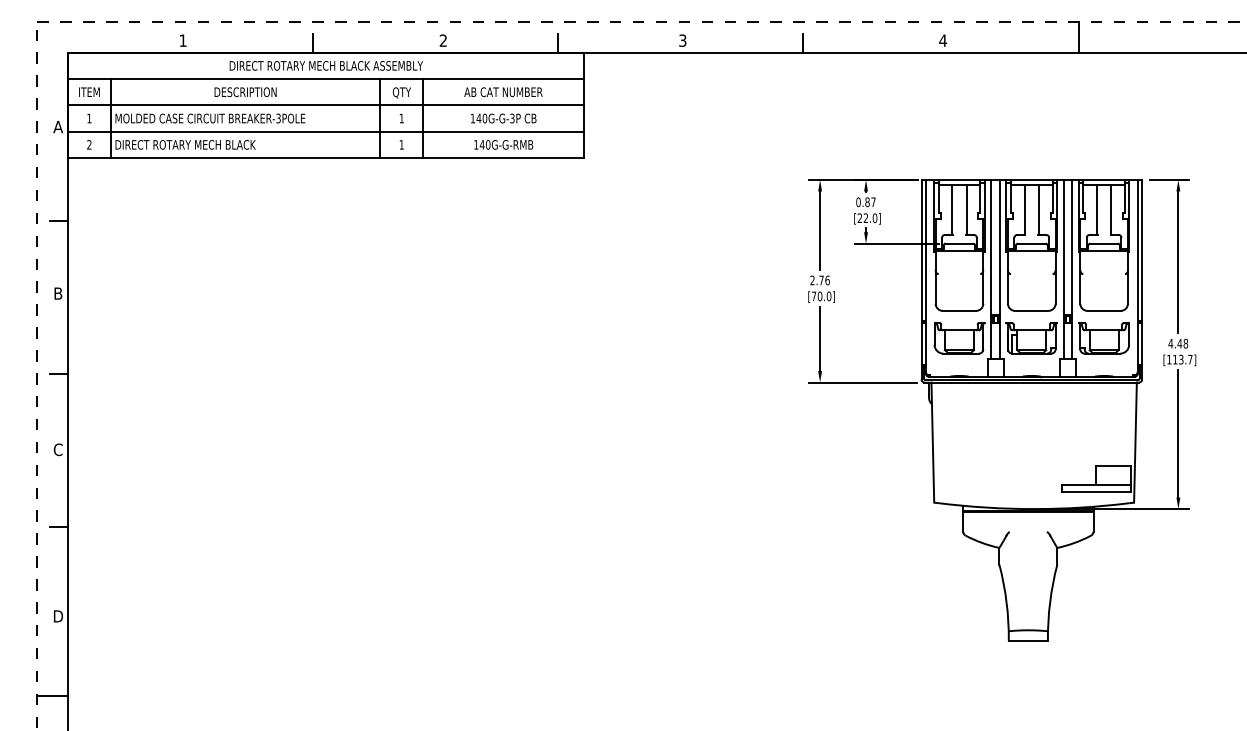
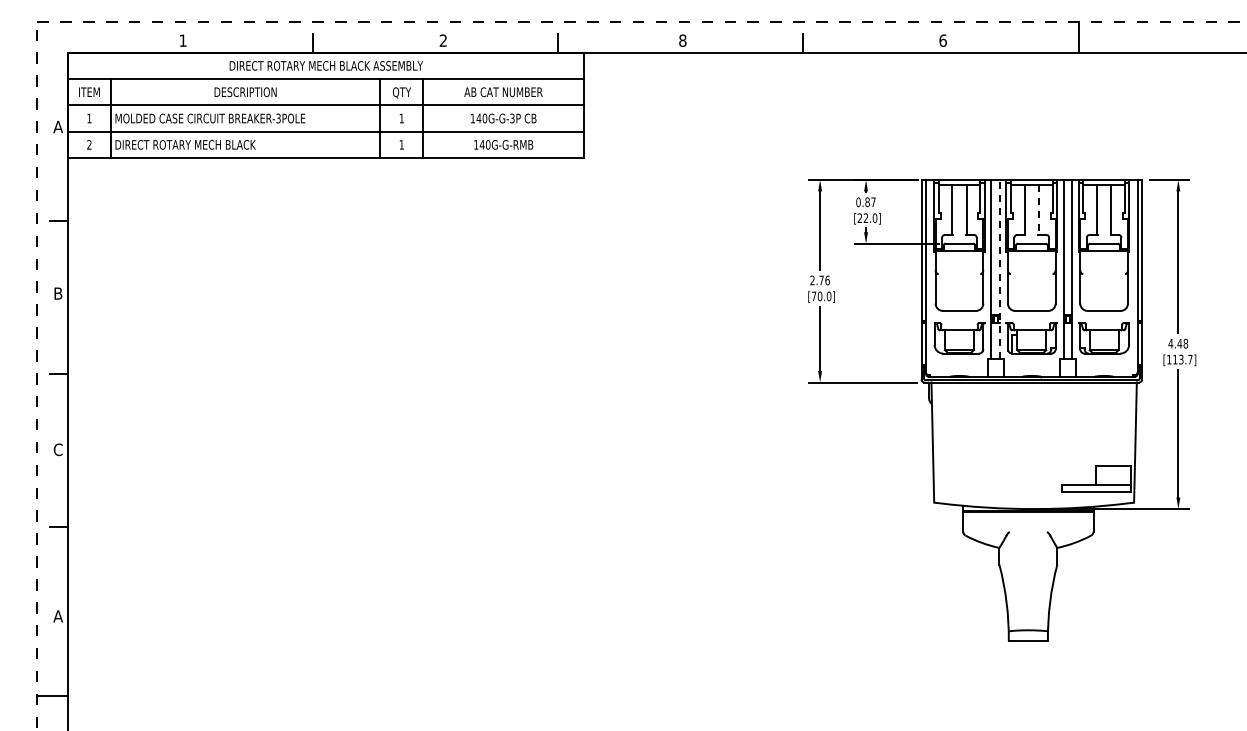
text at (682, 40): 3 -> 8
text at (943, 40): 4 -> 6
line at (1039, 210): solid -> dashed
line at (999, 269): solid -> dashed
text at (58, 616): D -> A
